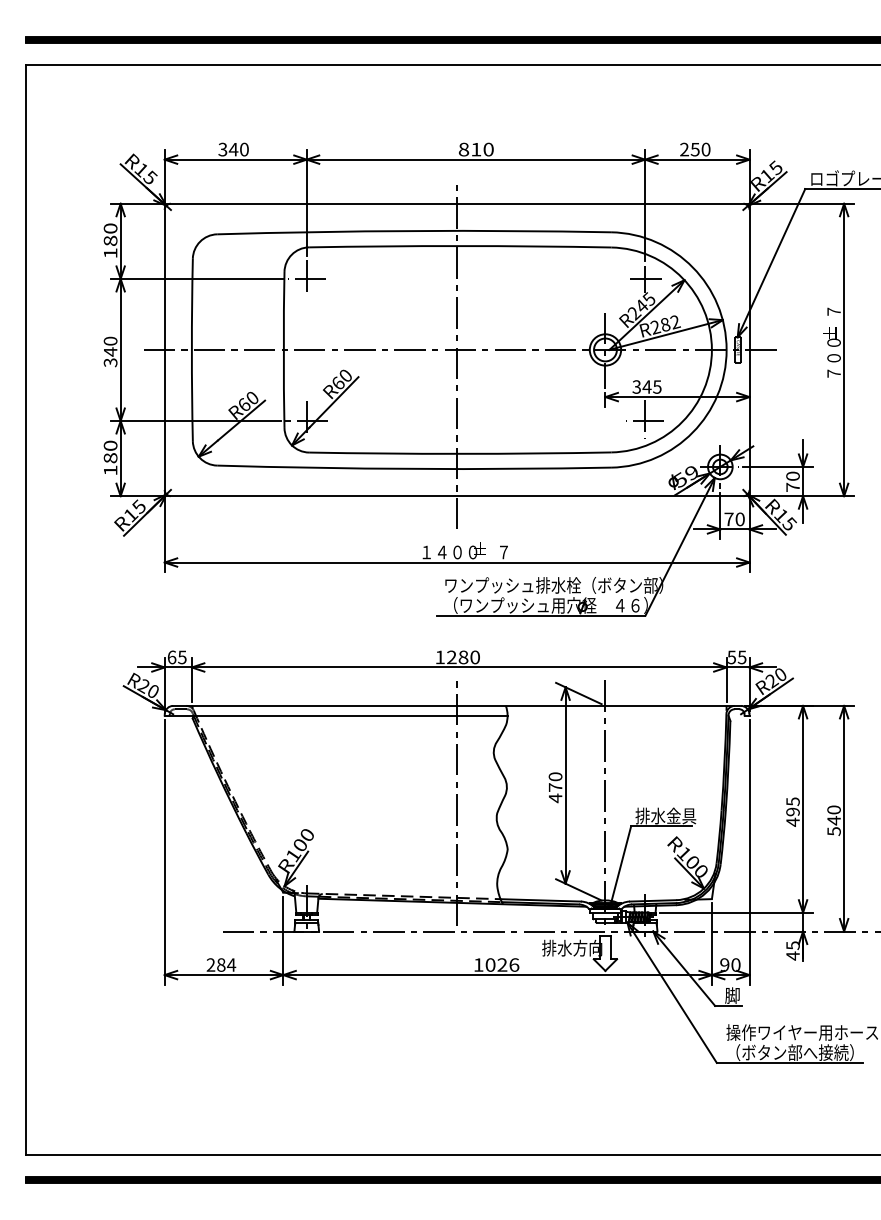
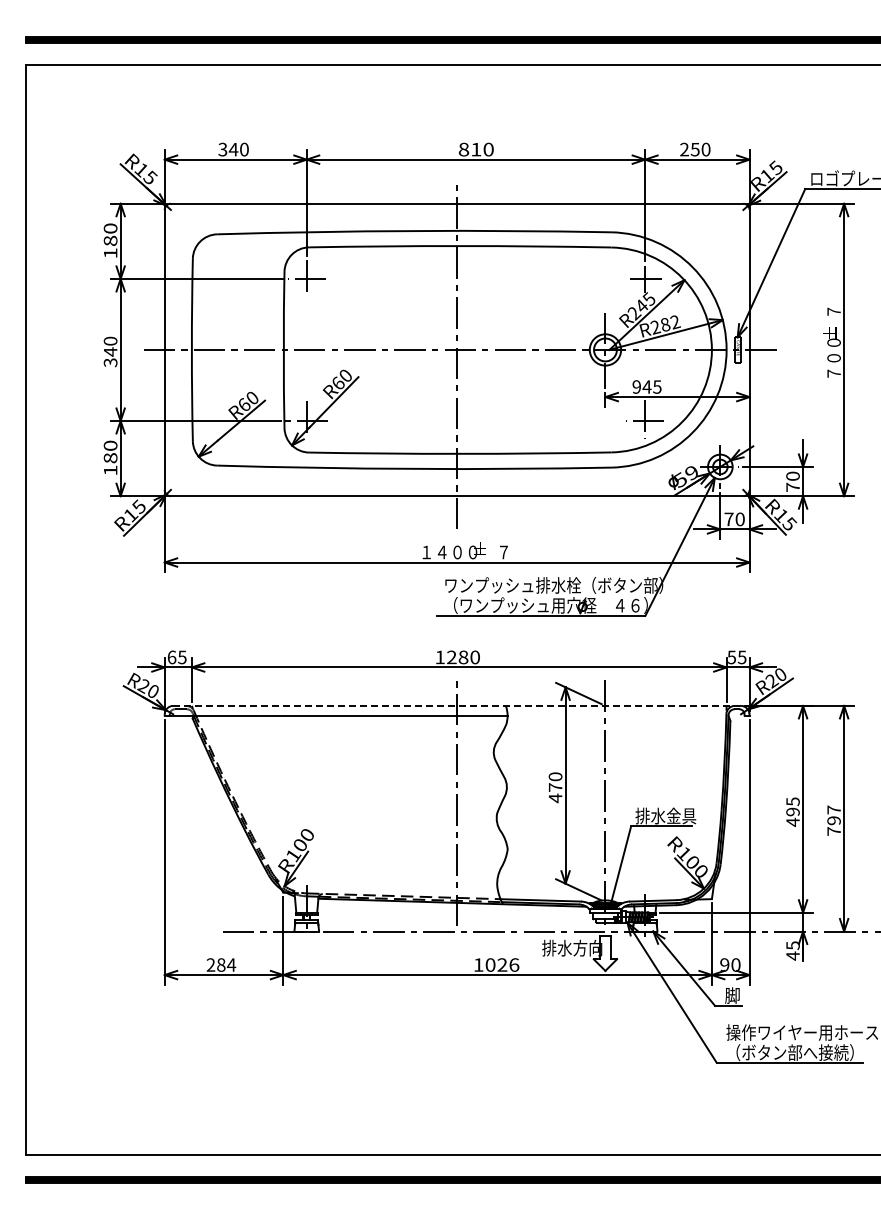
text at (636, 386): 345 -> 945
line at (457, 705): solid -> dashed
text at (833, 820): 540 -> 797
